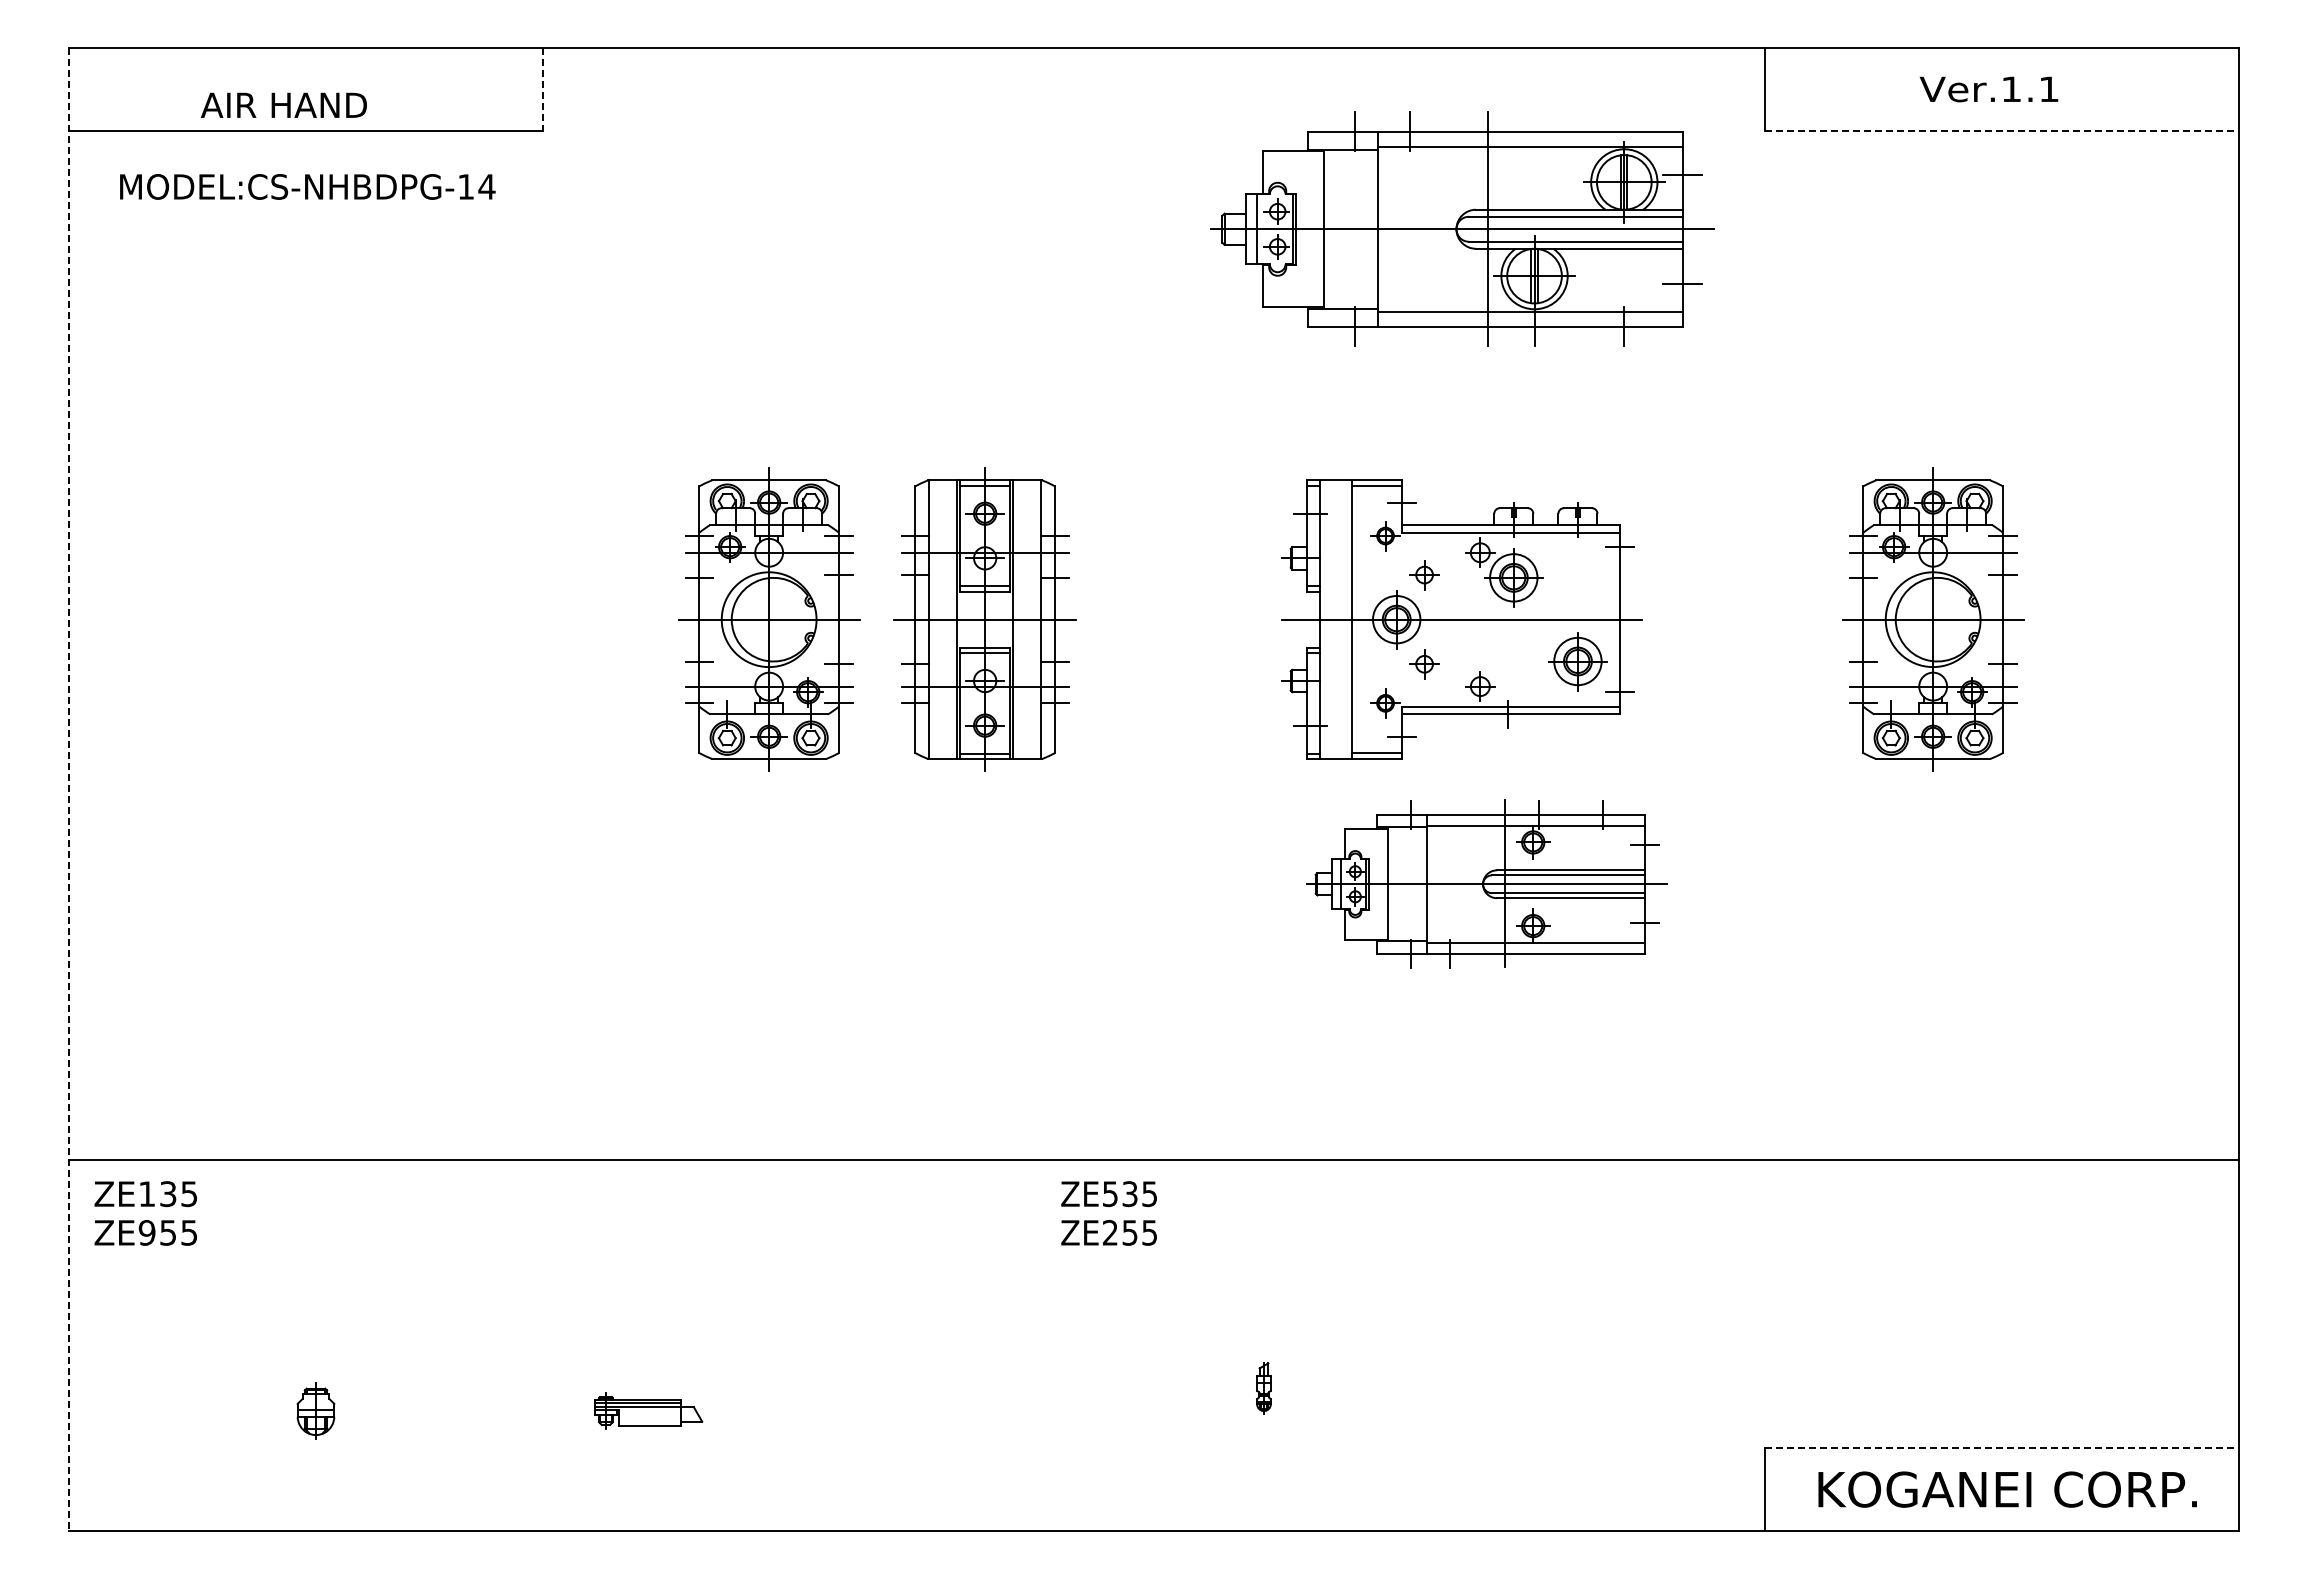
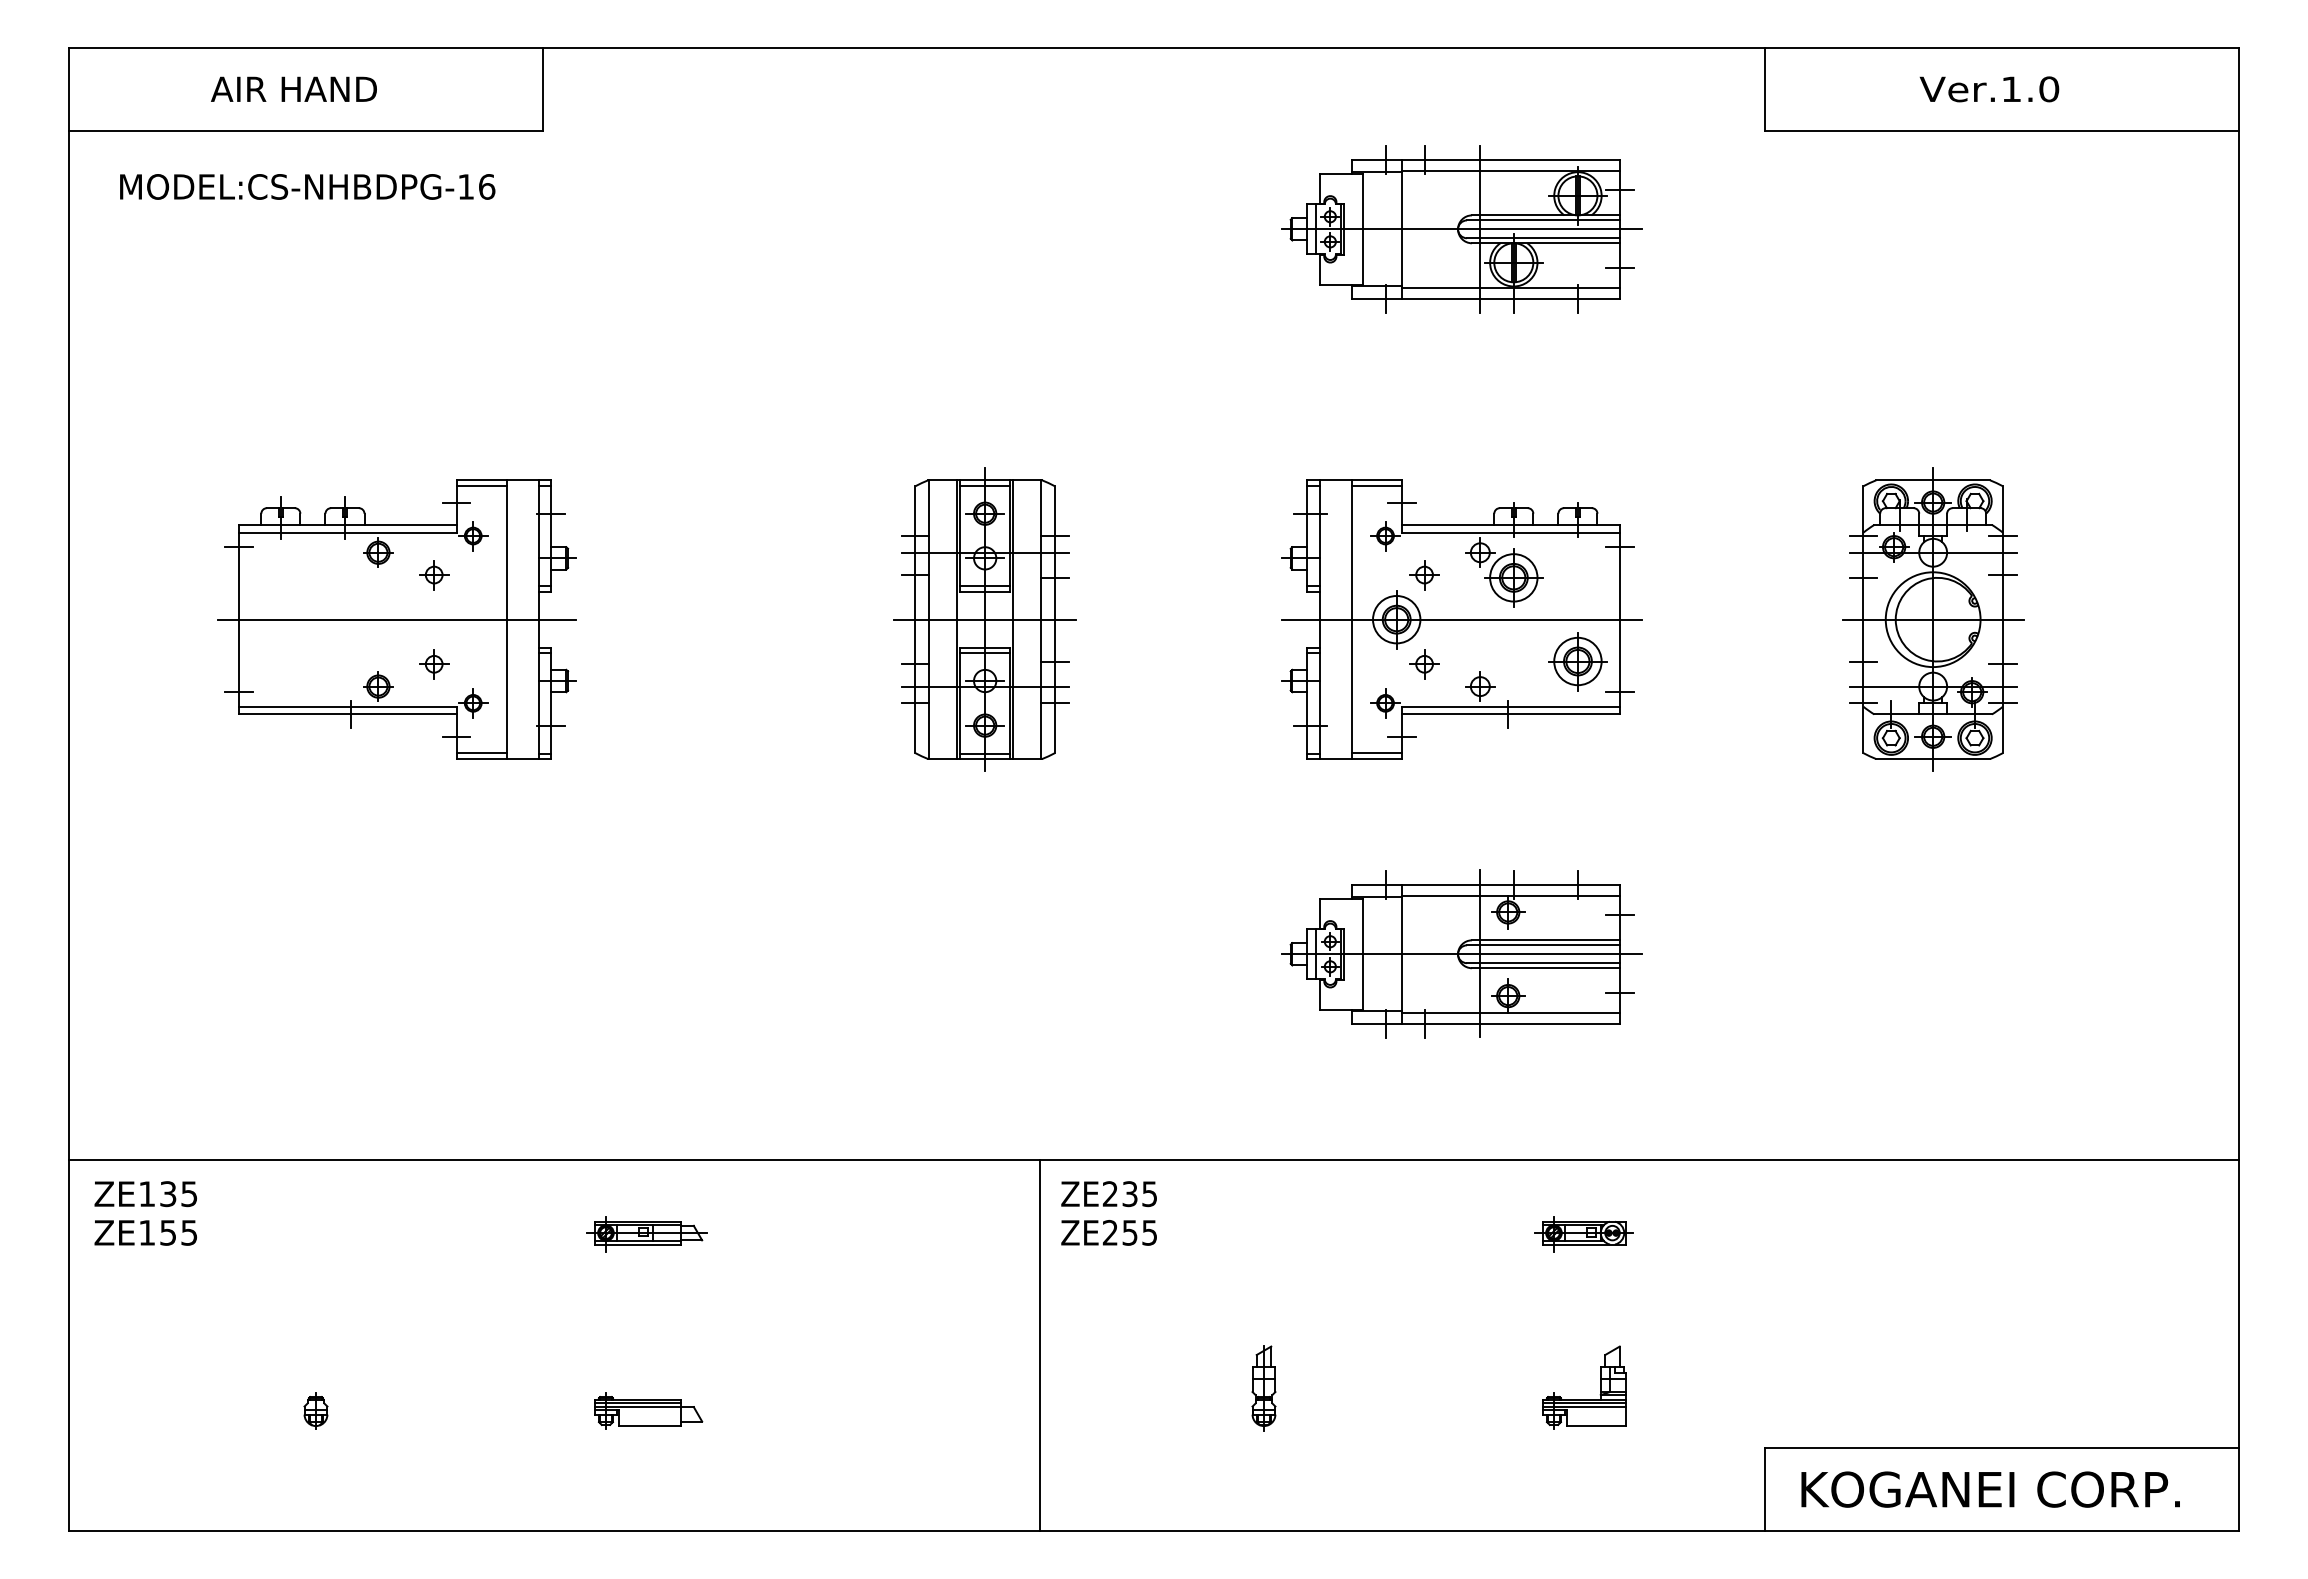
line at (543, 89): dashed -> solid
text at (2049, 89): Ver.1.1 -> Ver.1.0
text at (283, 104) position: (283, 104) -> (293, 88)
line at (2001, 131): dashed -> solid
text at (486, 186): MODEL:CS-NHBDPG-14 -> MODEL:CS-NHBDPG-16
part at (1462, 228) size: 505x236 px -> 362x169 px
part at (396, 619): none -> present
part at (769, 619): present -> none
line at (69, 789): dashed -> solid
part at (1486, 883) position: (1486, 883) -> (1461, 953)
text at (1109, 1194): ZE535 -> ZE235
text at (146, 1232): ZE955 -> ZE155
part at (646, 1234): none -> present
part at (1583, 1234): none -> present
line at (1039, 1345): none -> present
part at (1263, 1388) size: 16x53 px -> 26x87 px
part at (1584, 1399): none -> present
part at (315, 1410) size: 40x58 px -> 26x38 px
line at (2001, 1447): dashed -> solid
text at (2007, 1489) position: (2007, 1489) -> (1990, 1489)
